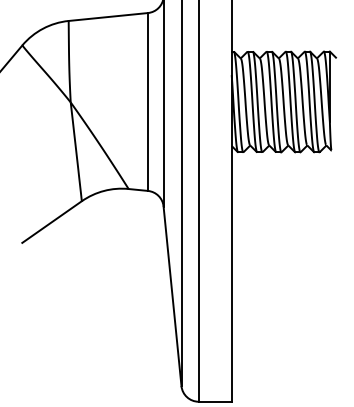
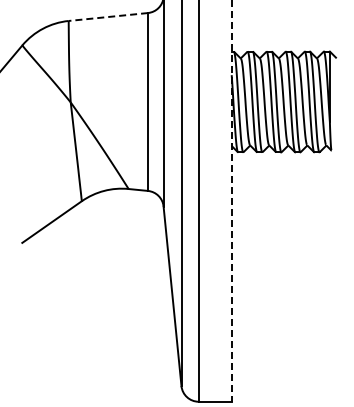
line at (108, 17): solid -> dashed
line at (231, 200): solid -> dashed
